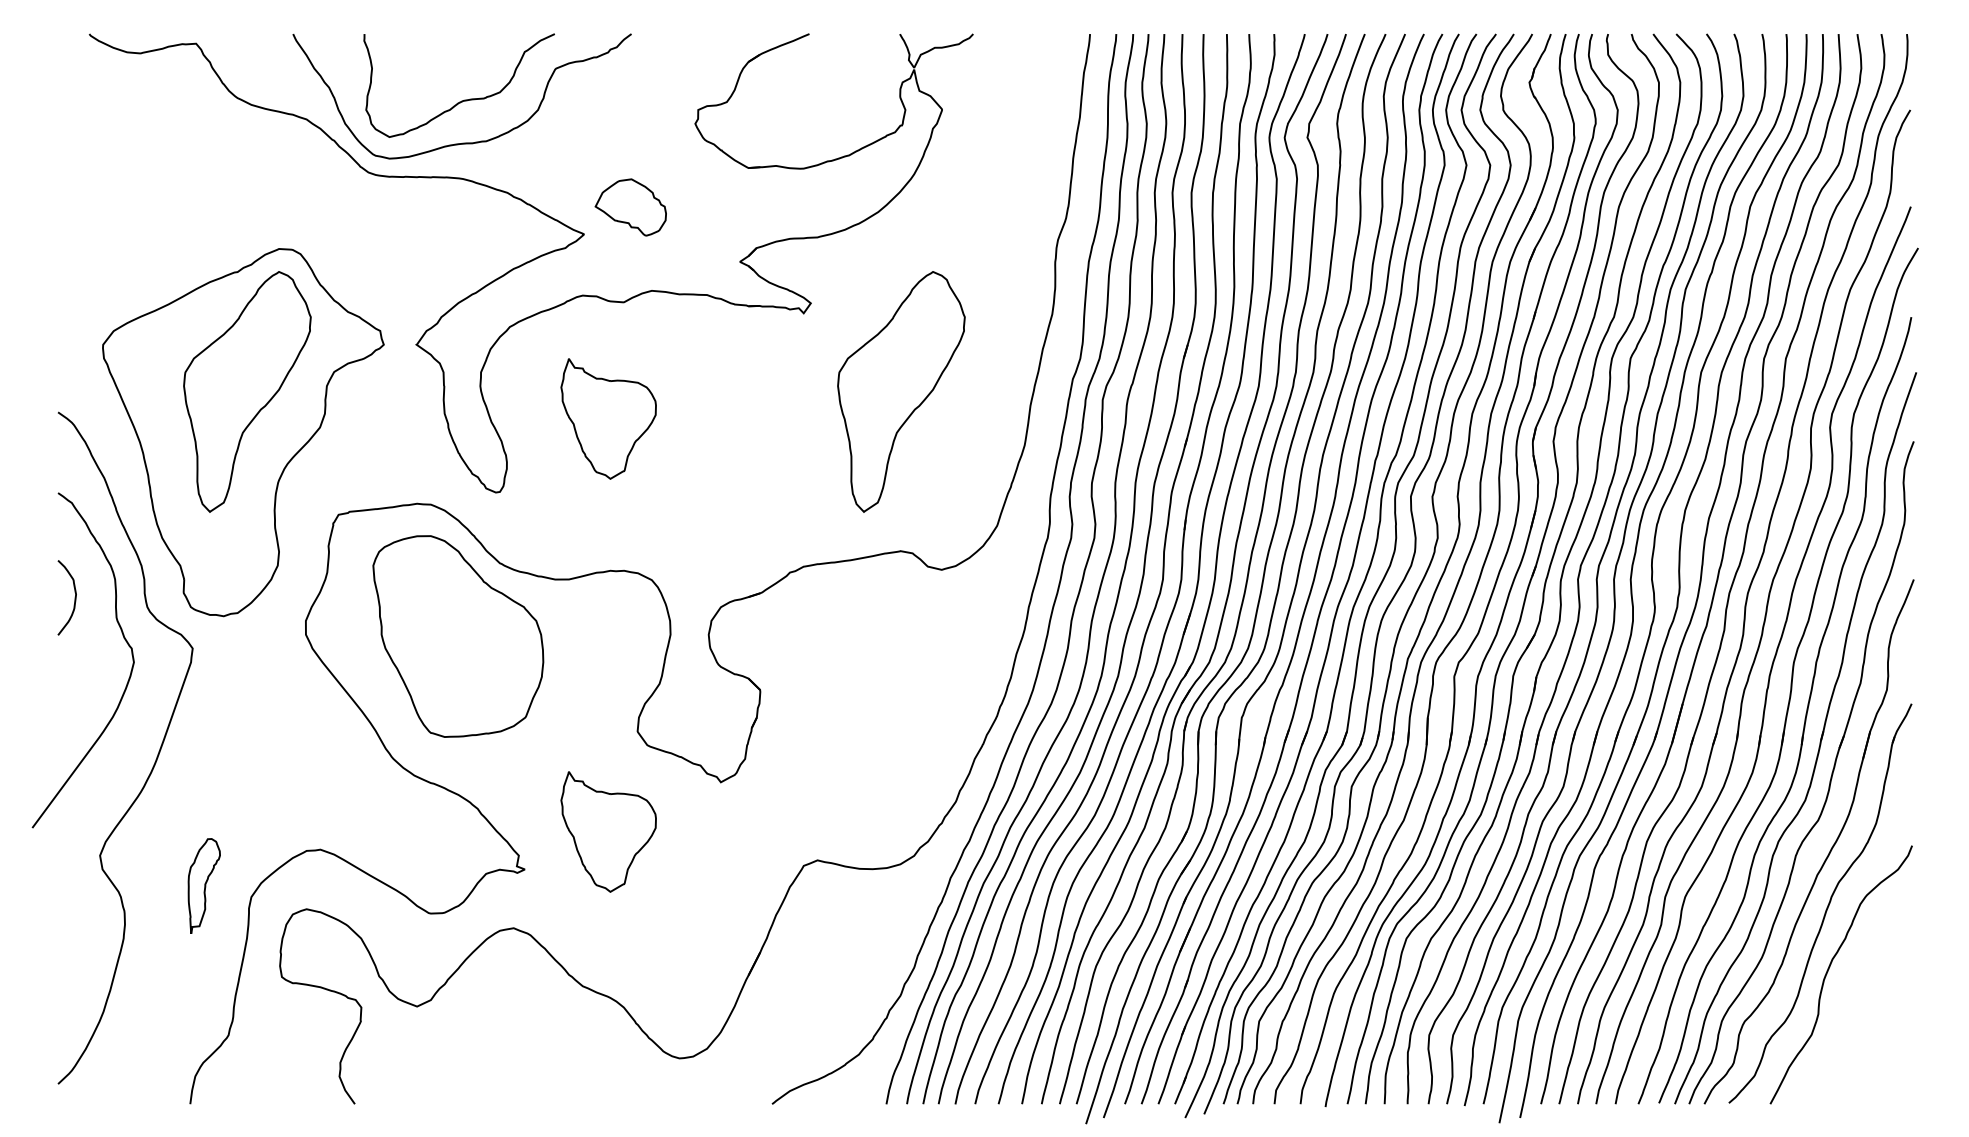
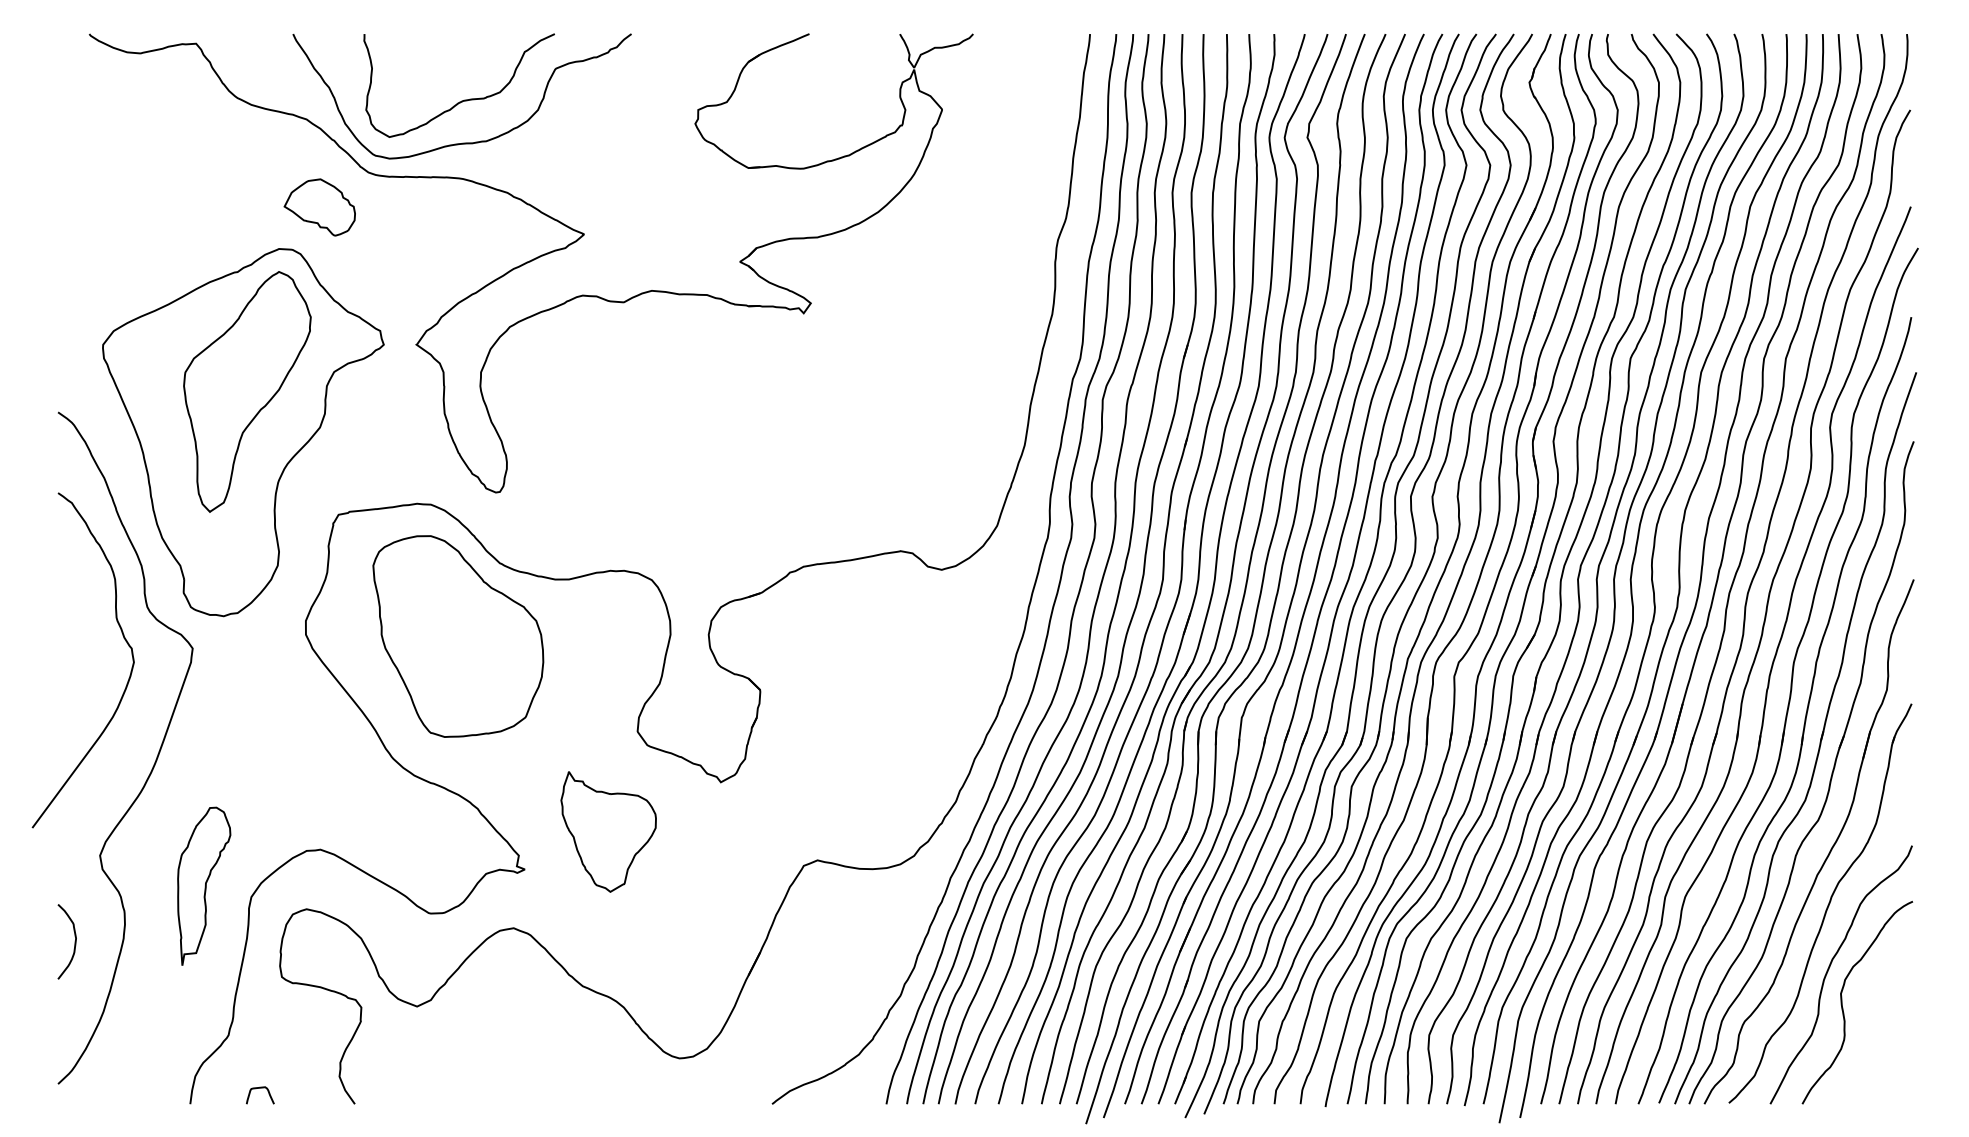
part at (630, 207) position: (630, 207) -> (319, 207)
part at (901, 391): present -> none
part at (608, 418): present -> none
curve at (74, 597) position: (74, 597) -> (74, 941)
part at (203, 885) size: 34x96 px -> 55x160 px
curve at (1843, 1007): none -> present
curve at (260, 1088): none -> present
